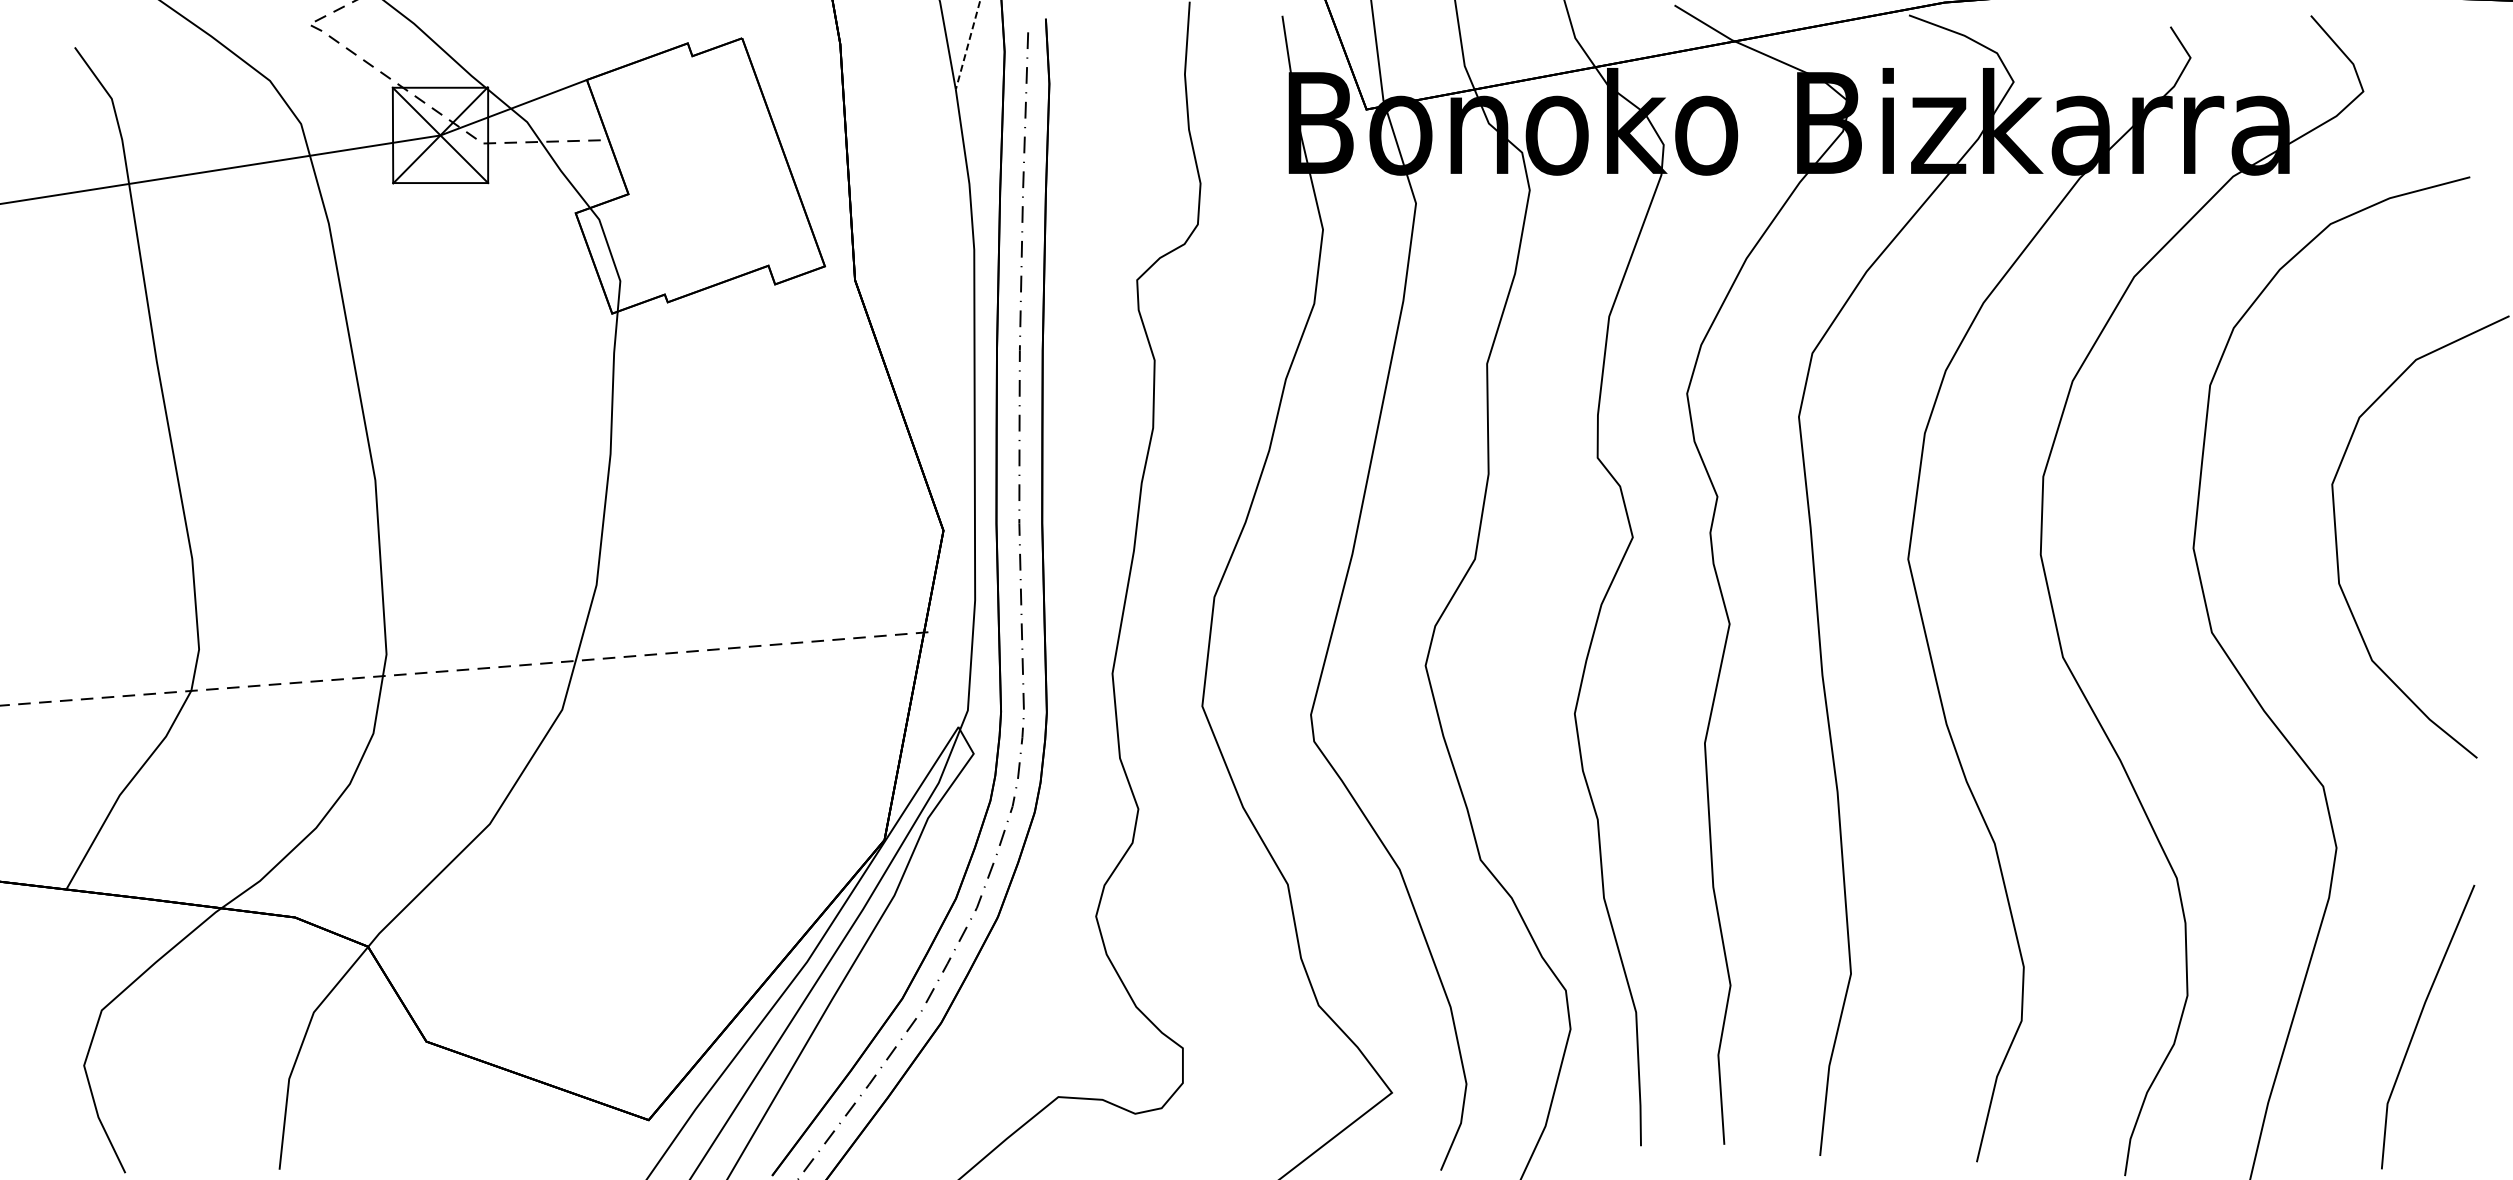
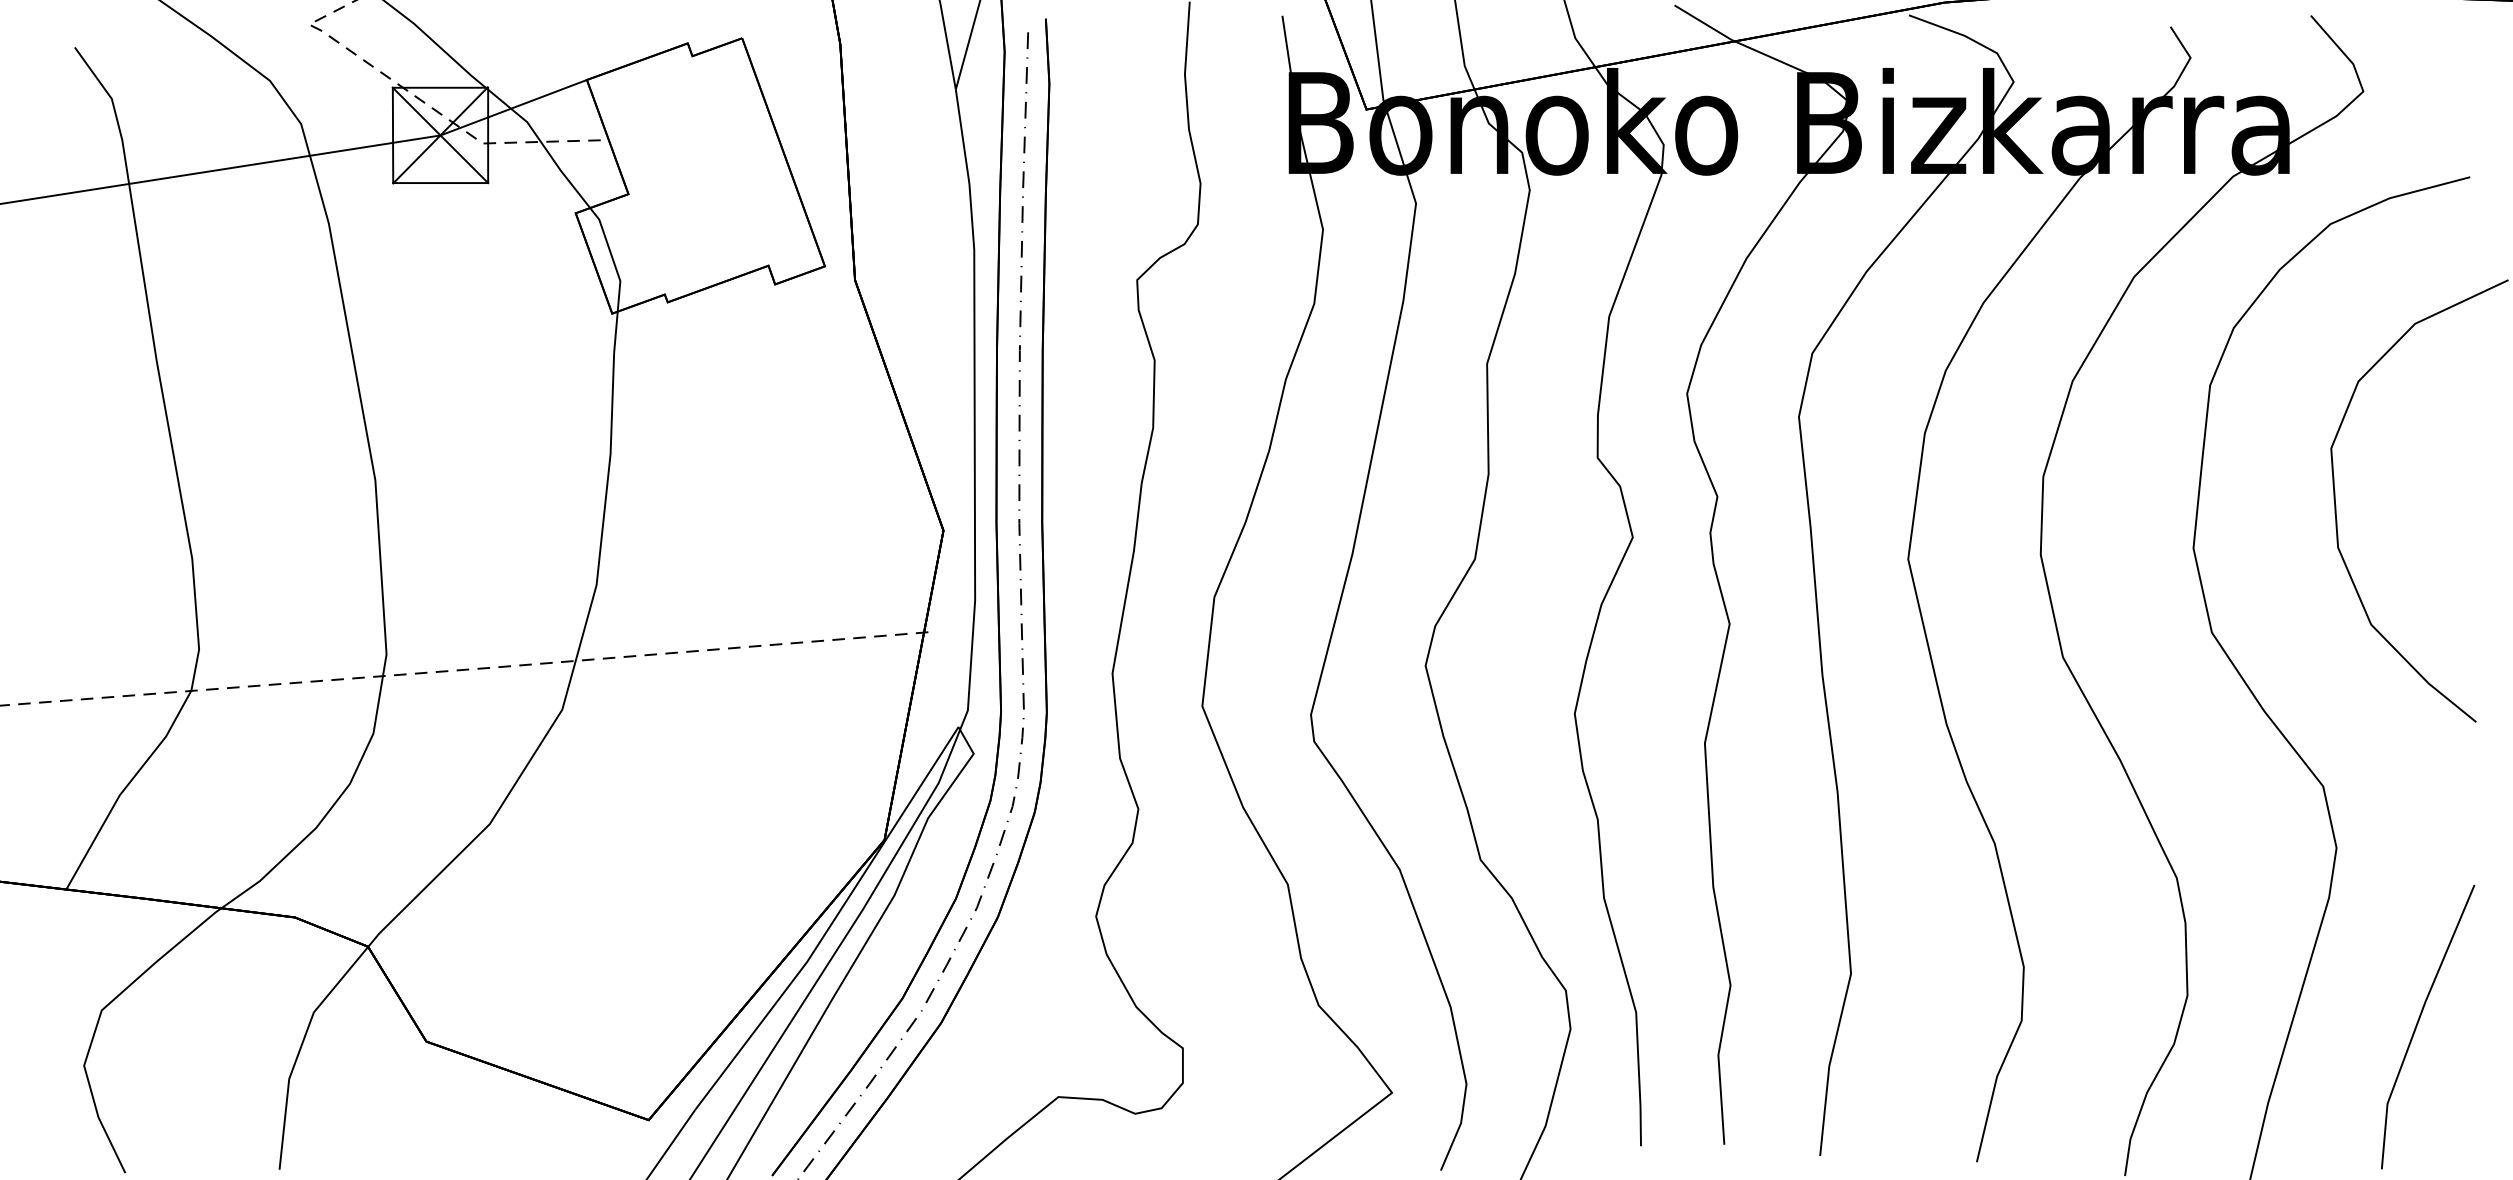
line at (967, 45): dashed -> solid
curve at (2337, 541) position: (2337, 541) -> (2336, 505)
